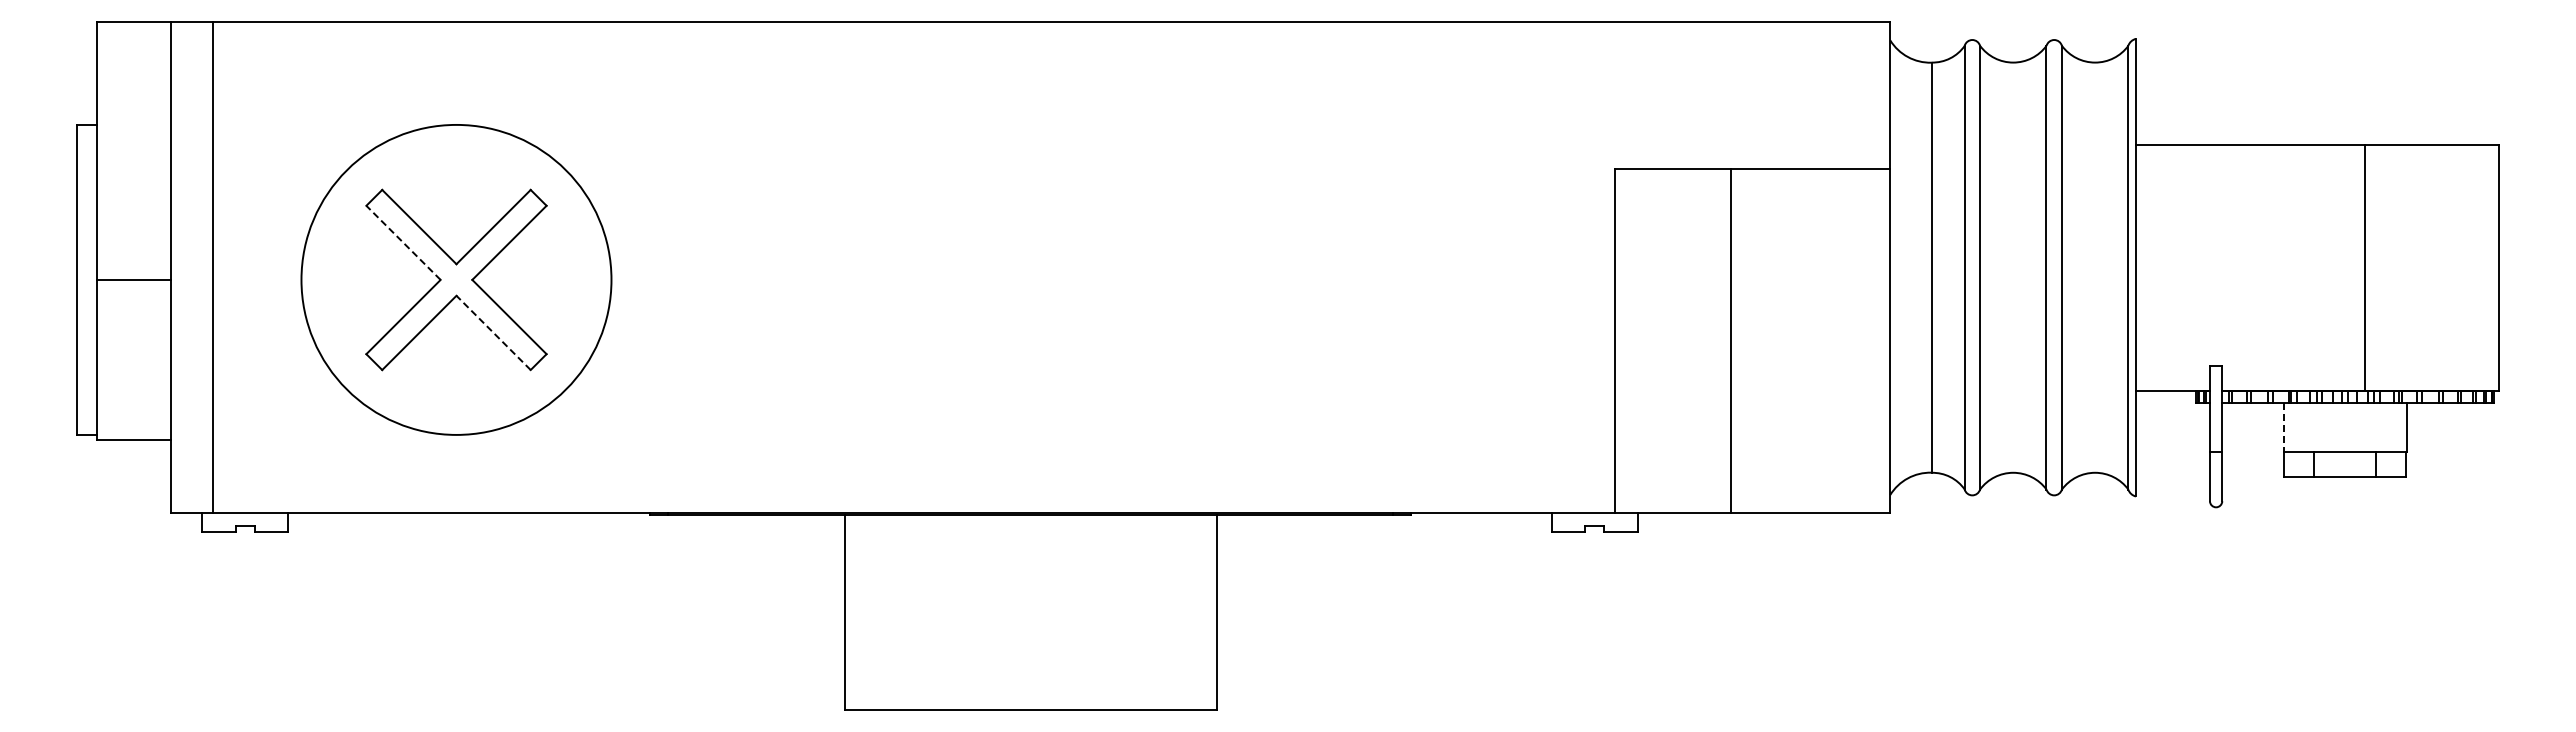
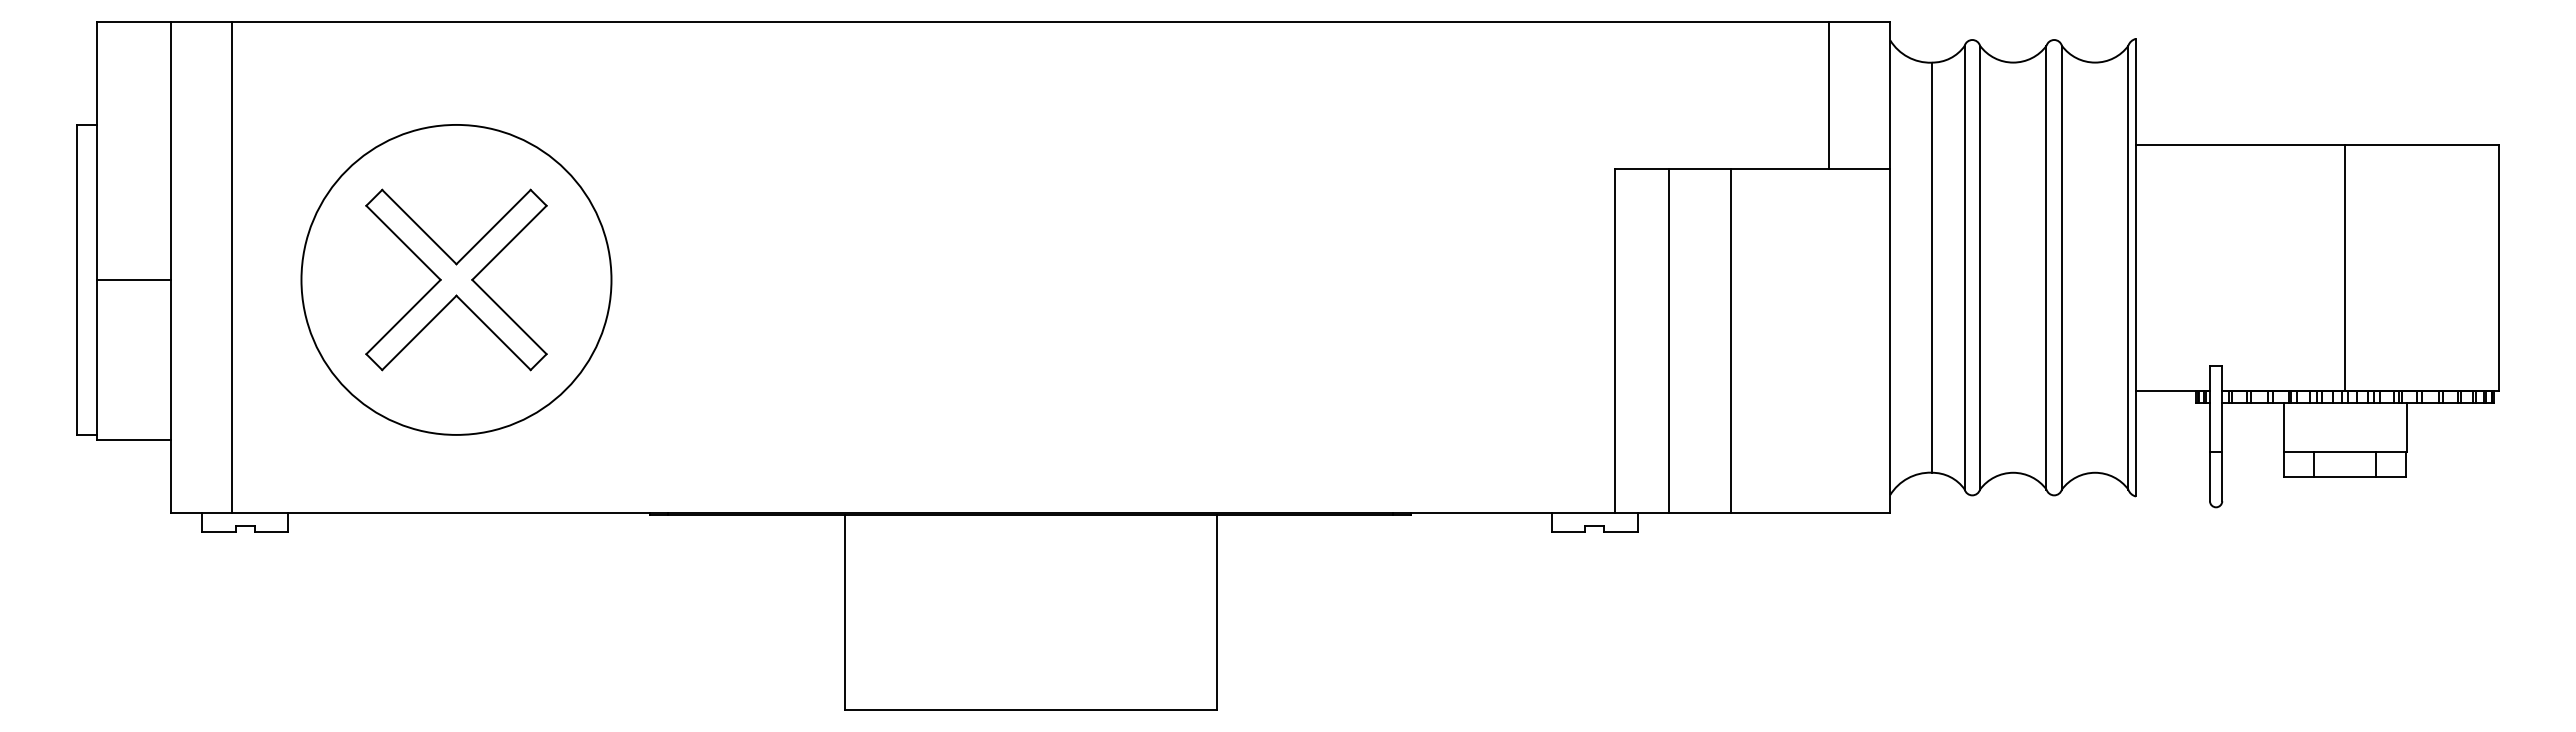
line at (1828, 95): none -> present
line at (403, 242): dashed -> solid
line at (213, 267) position: (213, 267) -> (232, 267)
line at (2365, 267) position: (2365, 267) -> (2345, 267)
line at (493, 332): dashed -> solid
line at (1669, 341): none -> present
line at (2283, 428): dashed -> solid
